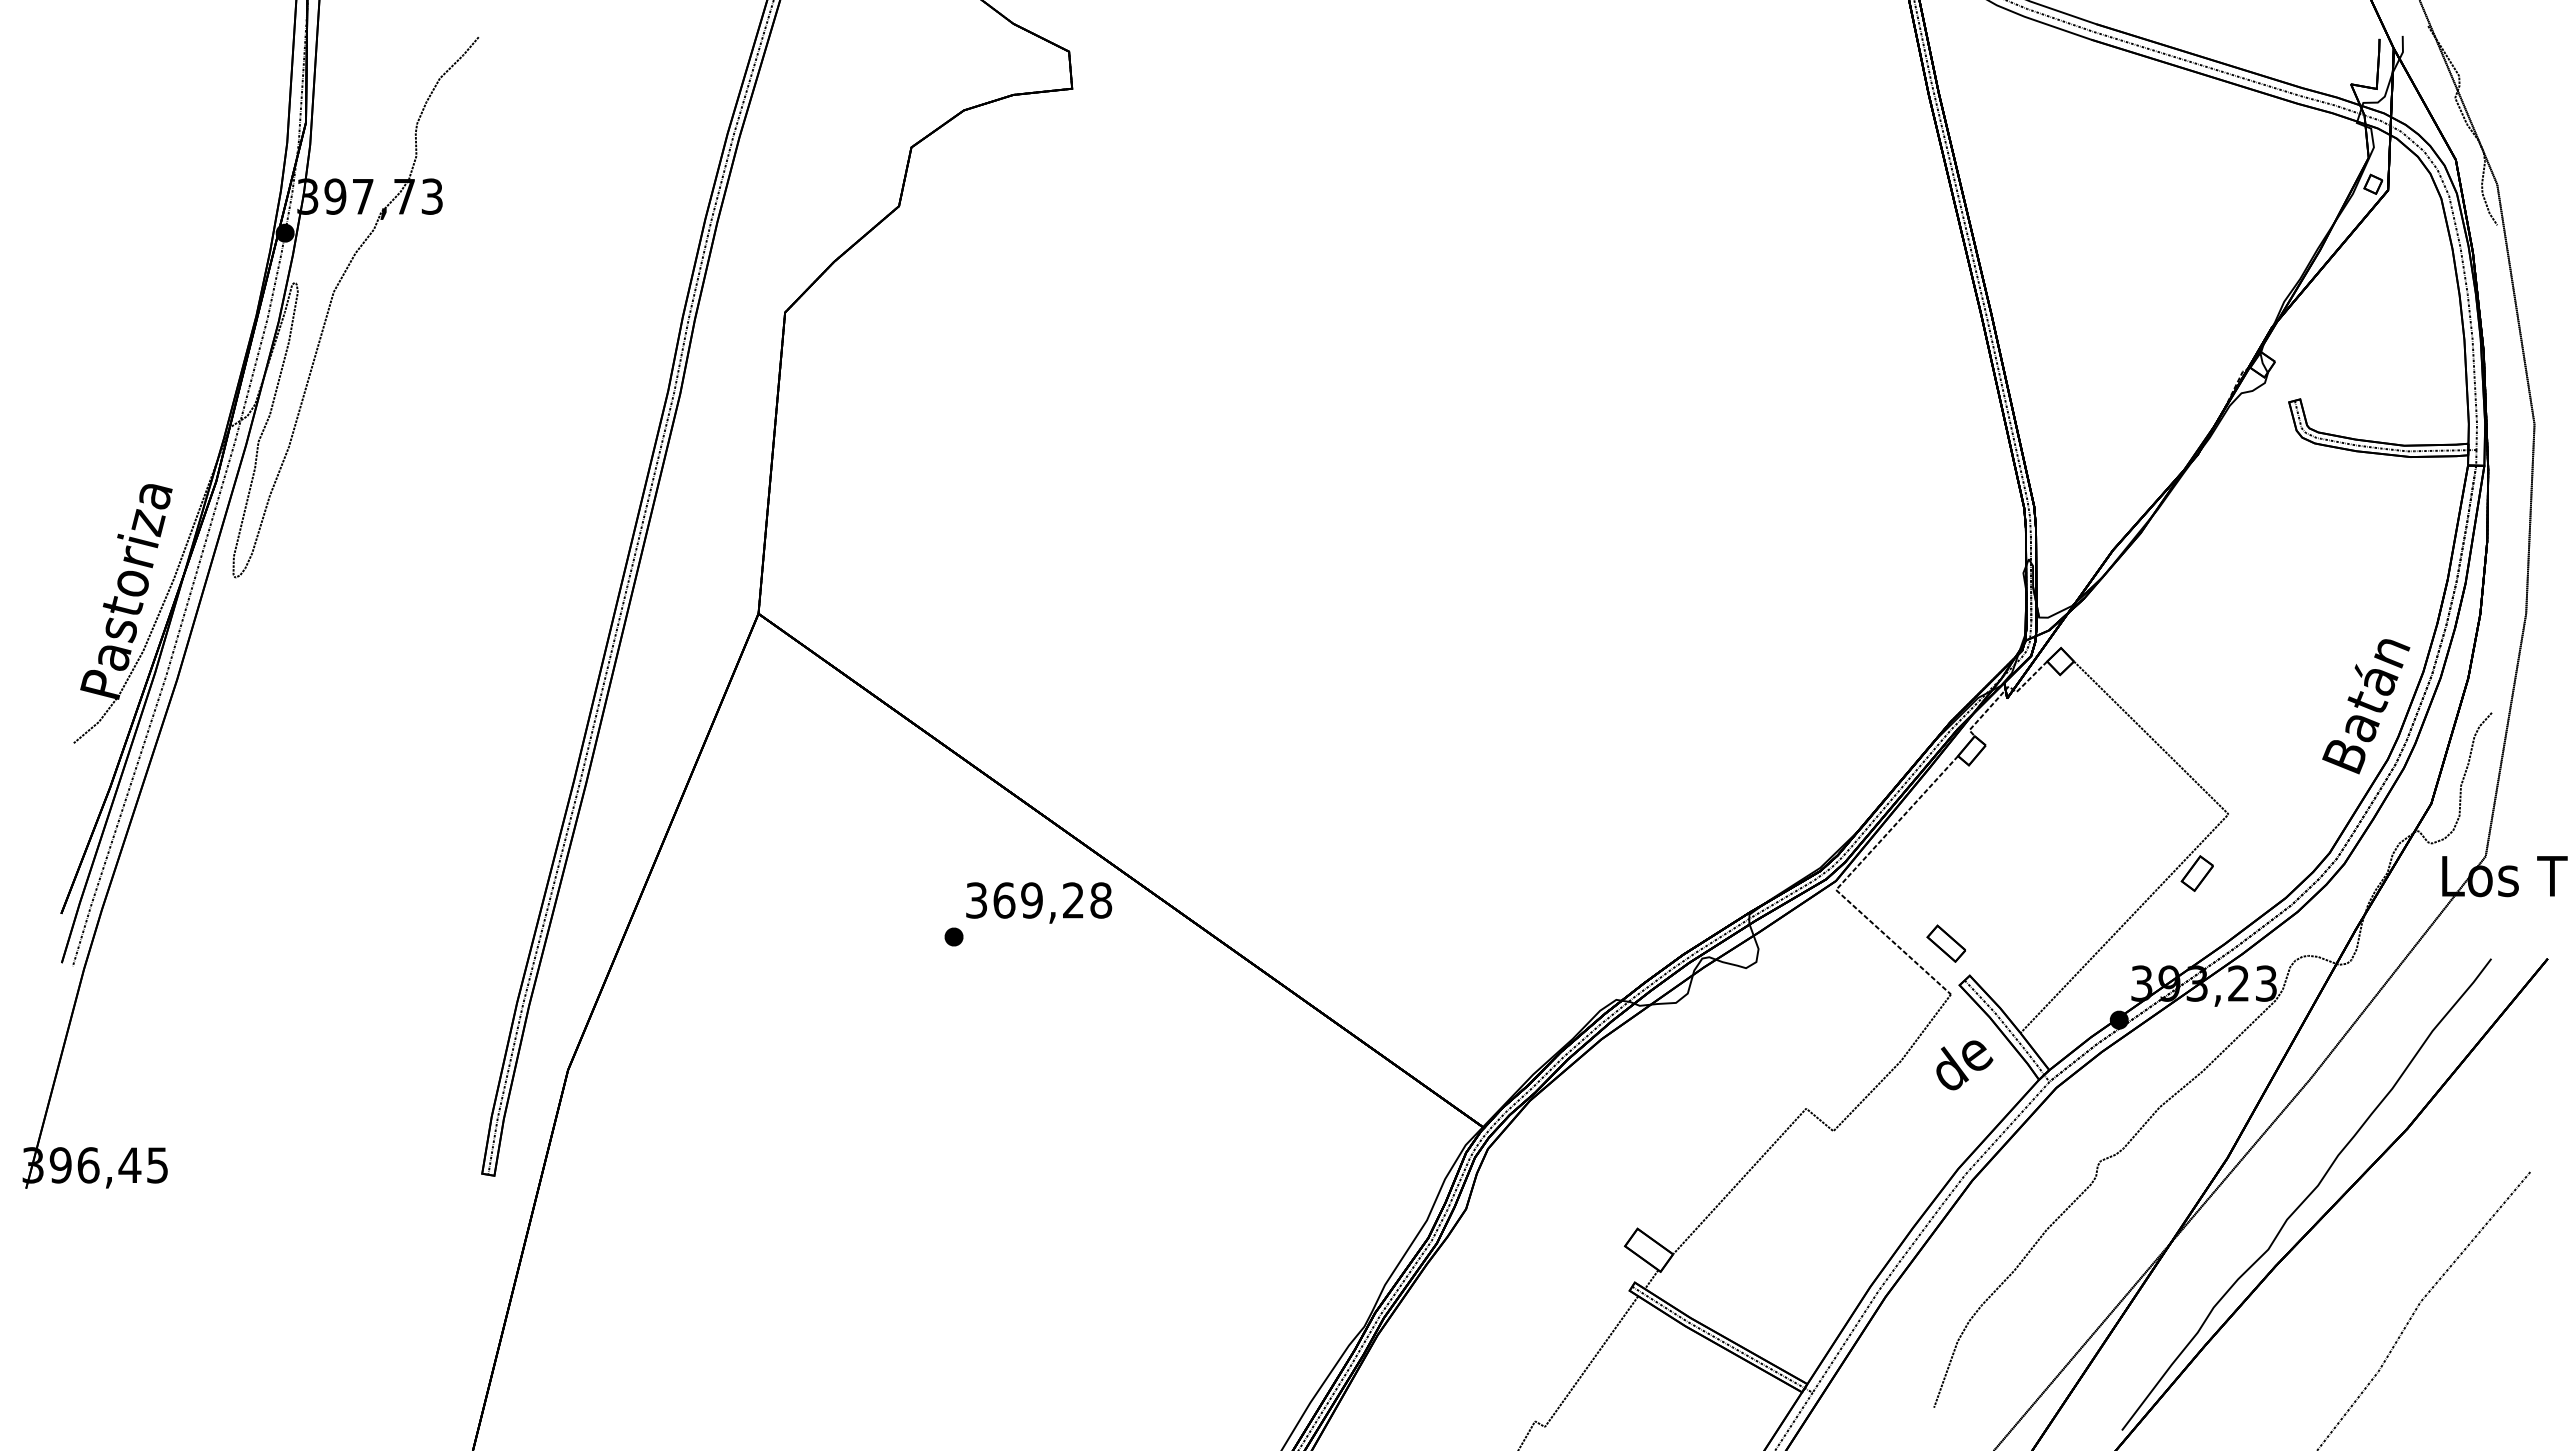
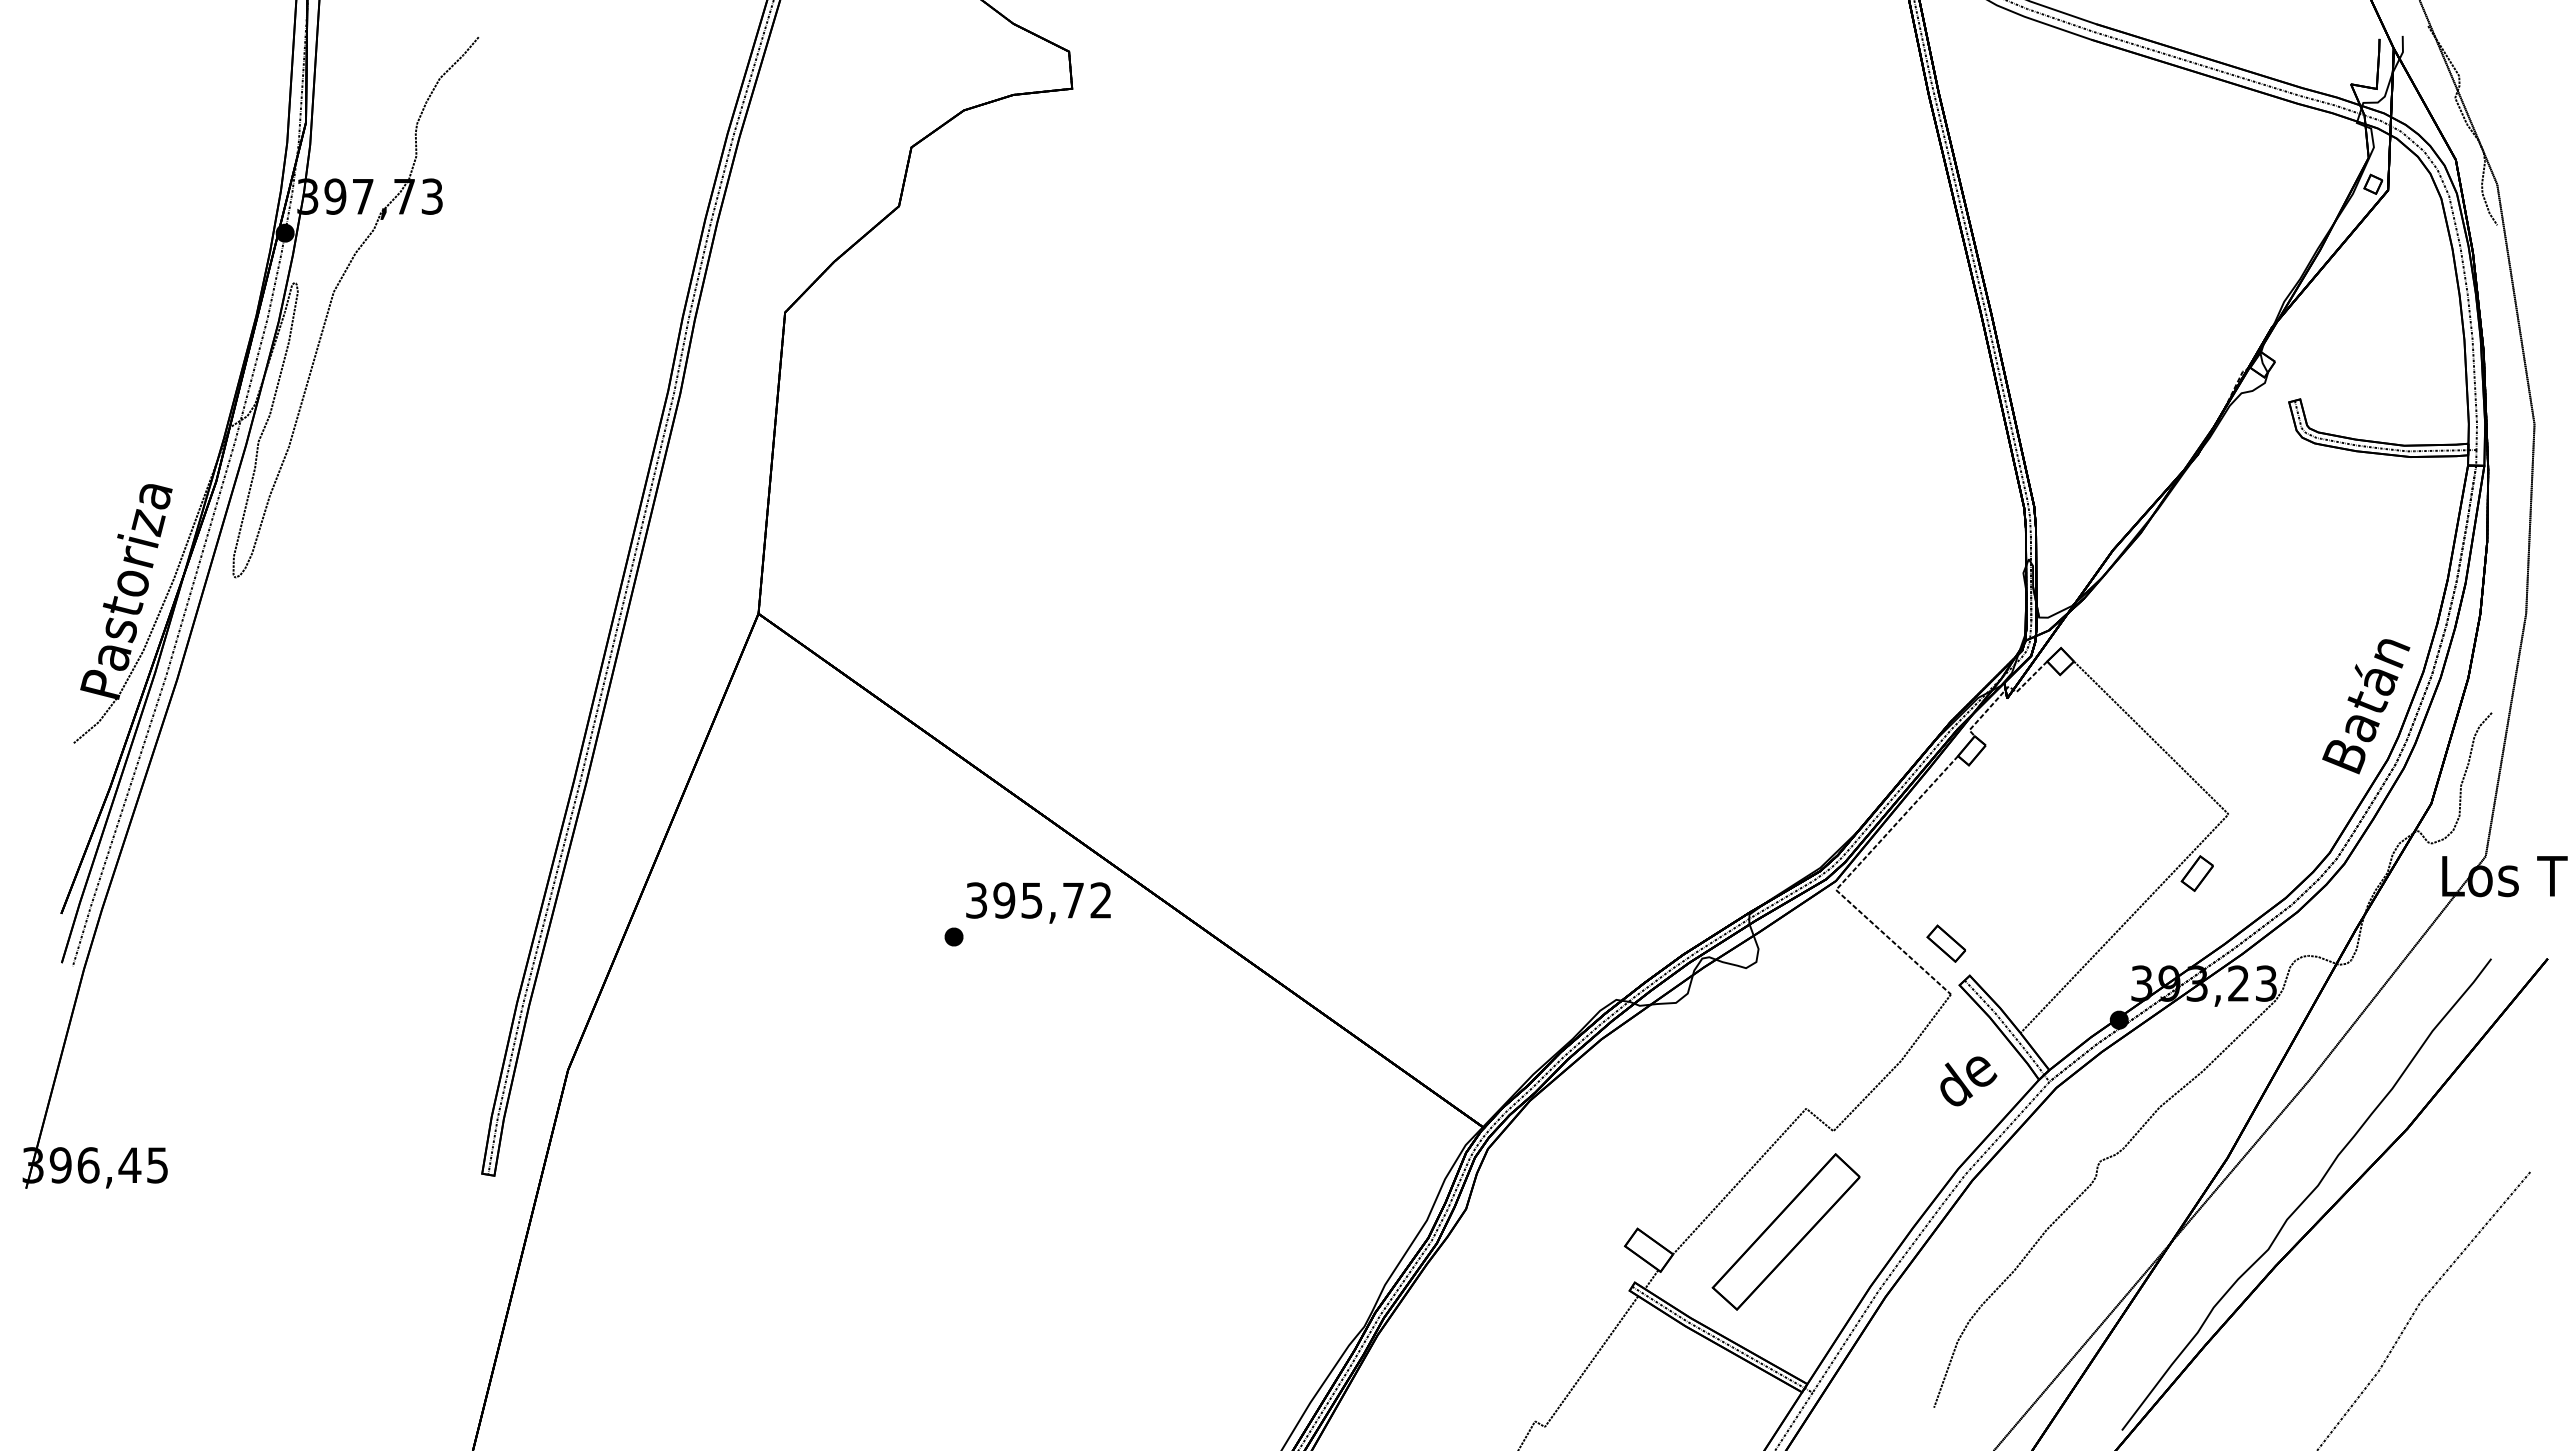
text at (1052, 900): 369,28 -> 395,72
text at (1964, 1065) position: (1964, 1065) -> (1968, 1081)
part at (1785, 1231): none -> present
